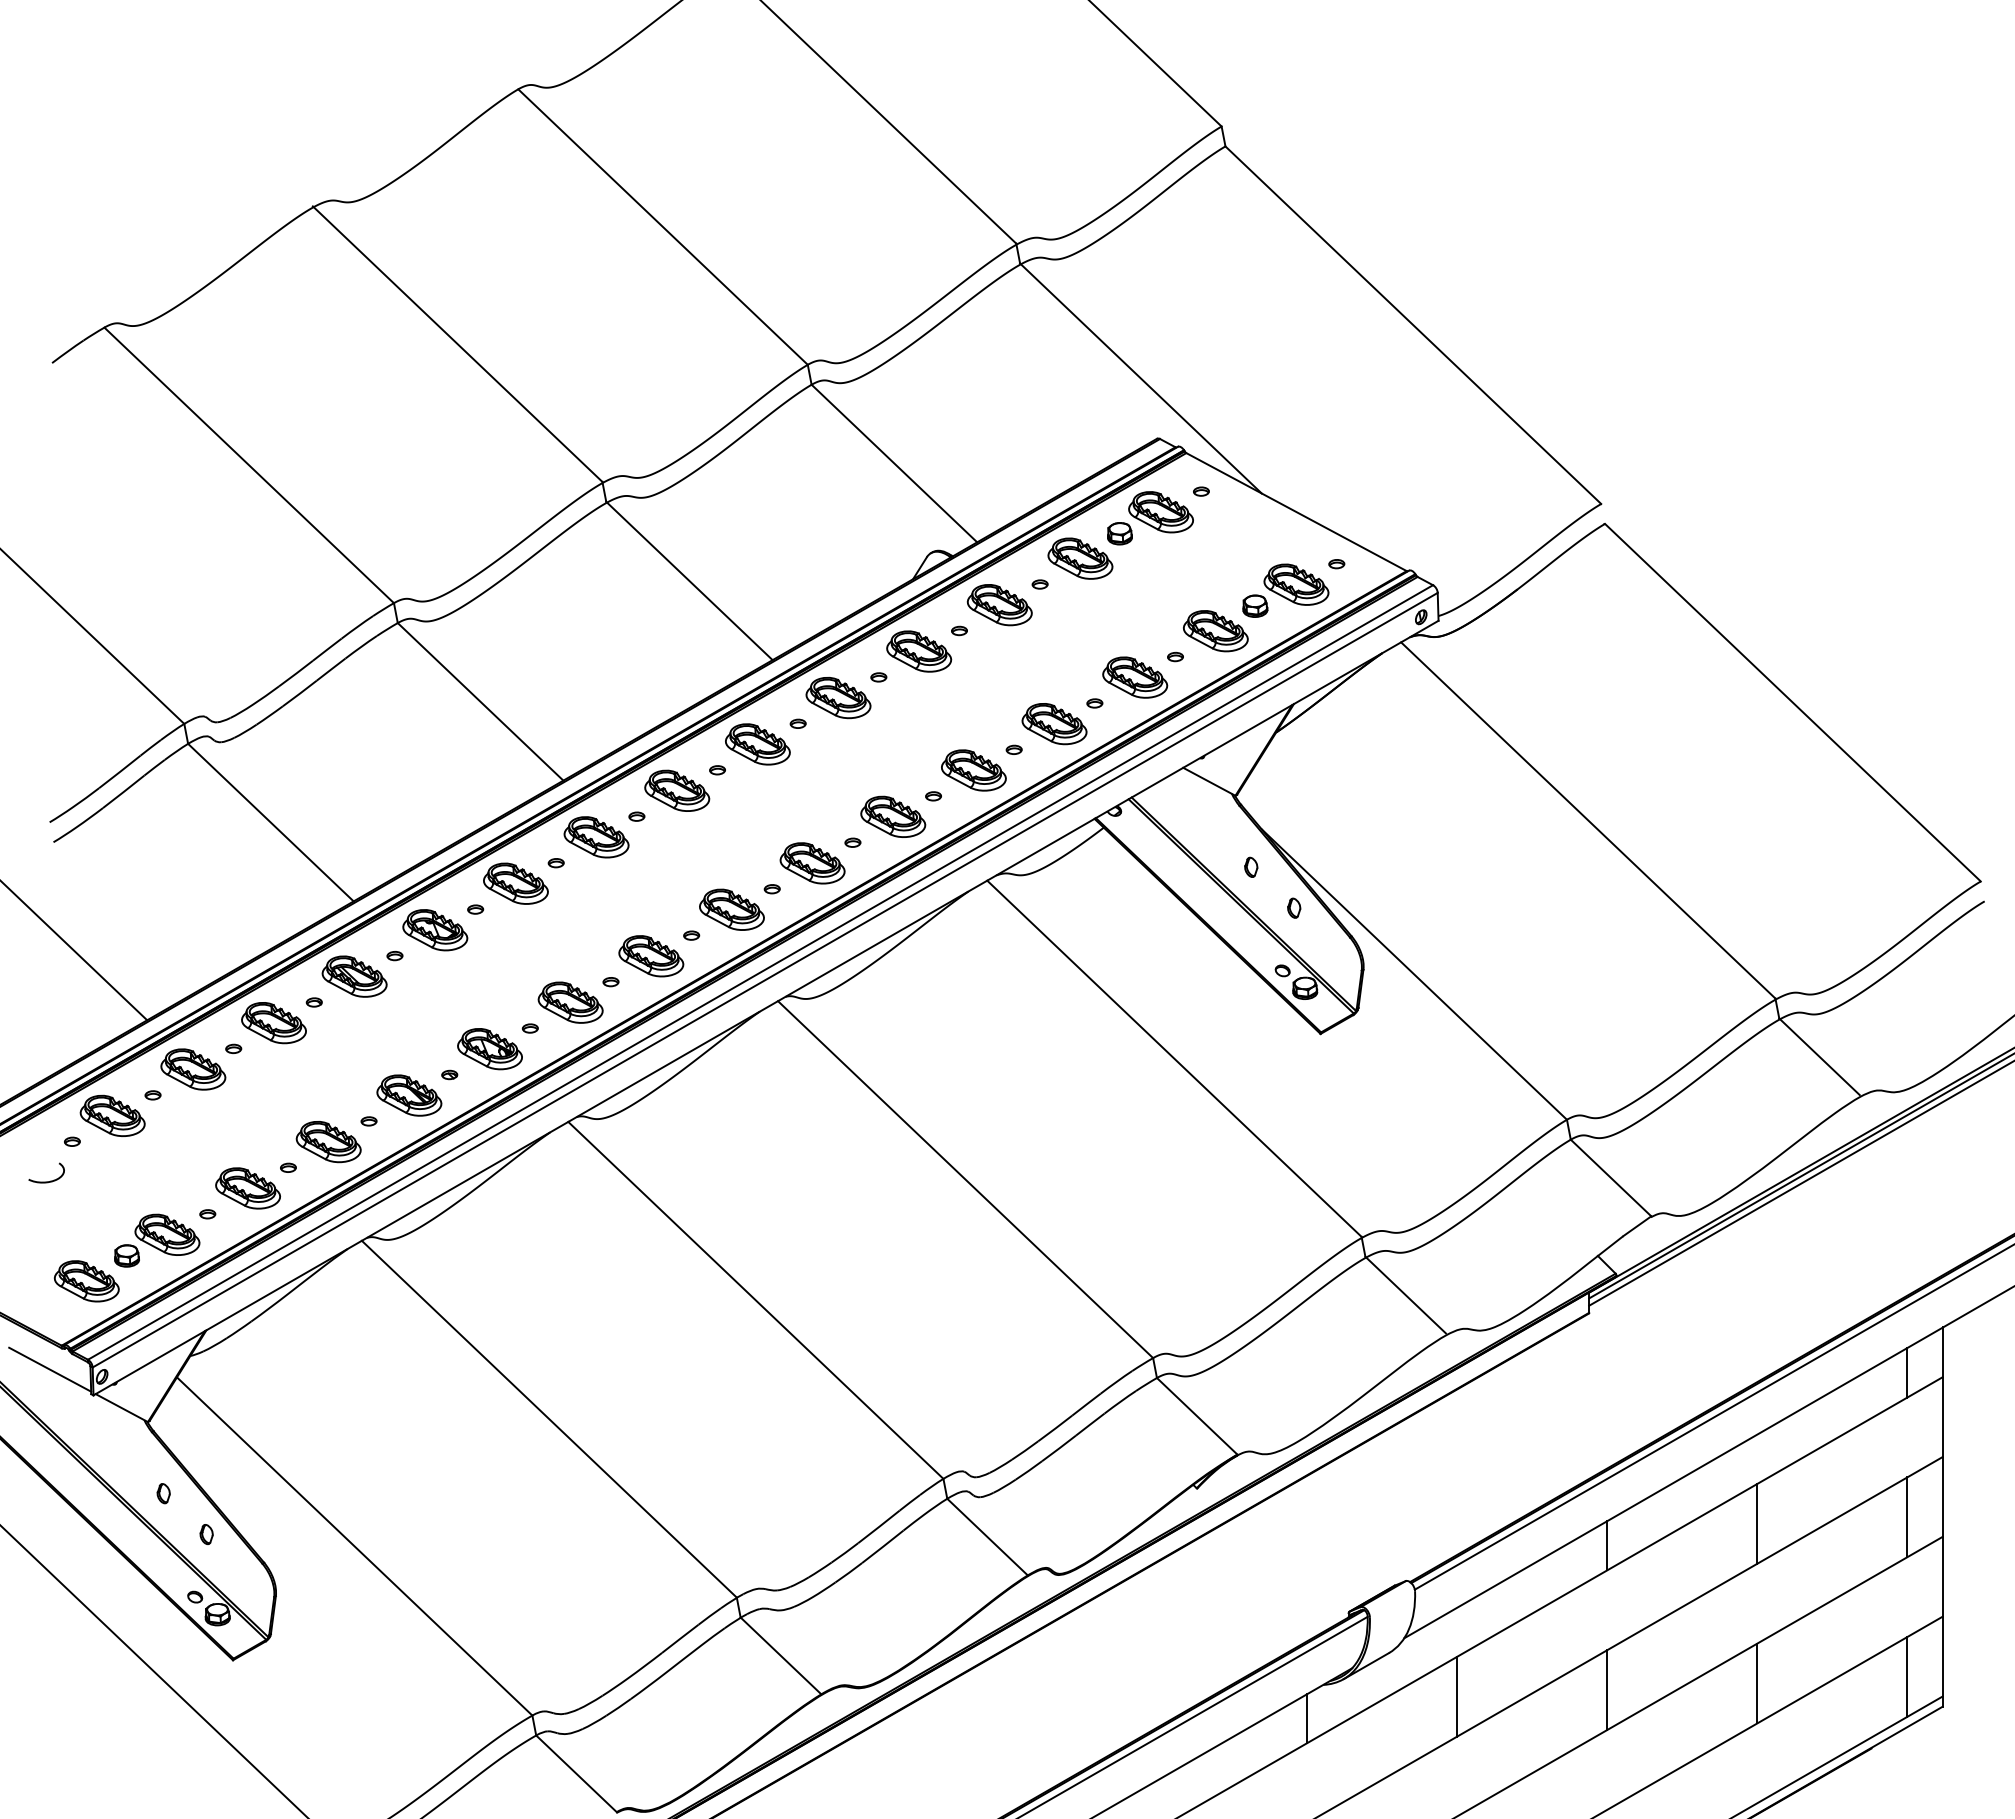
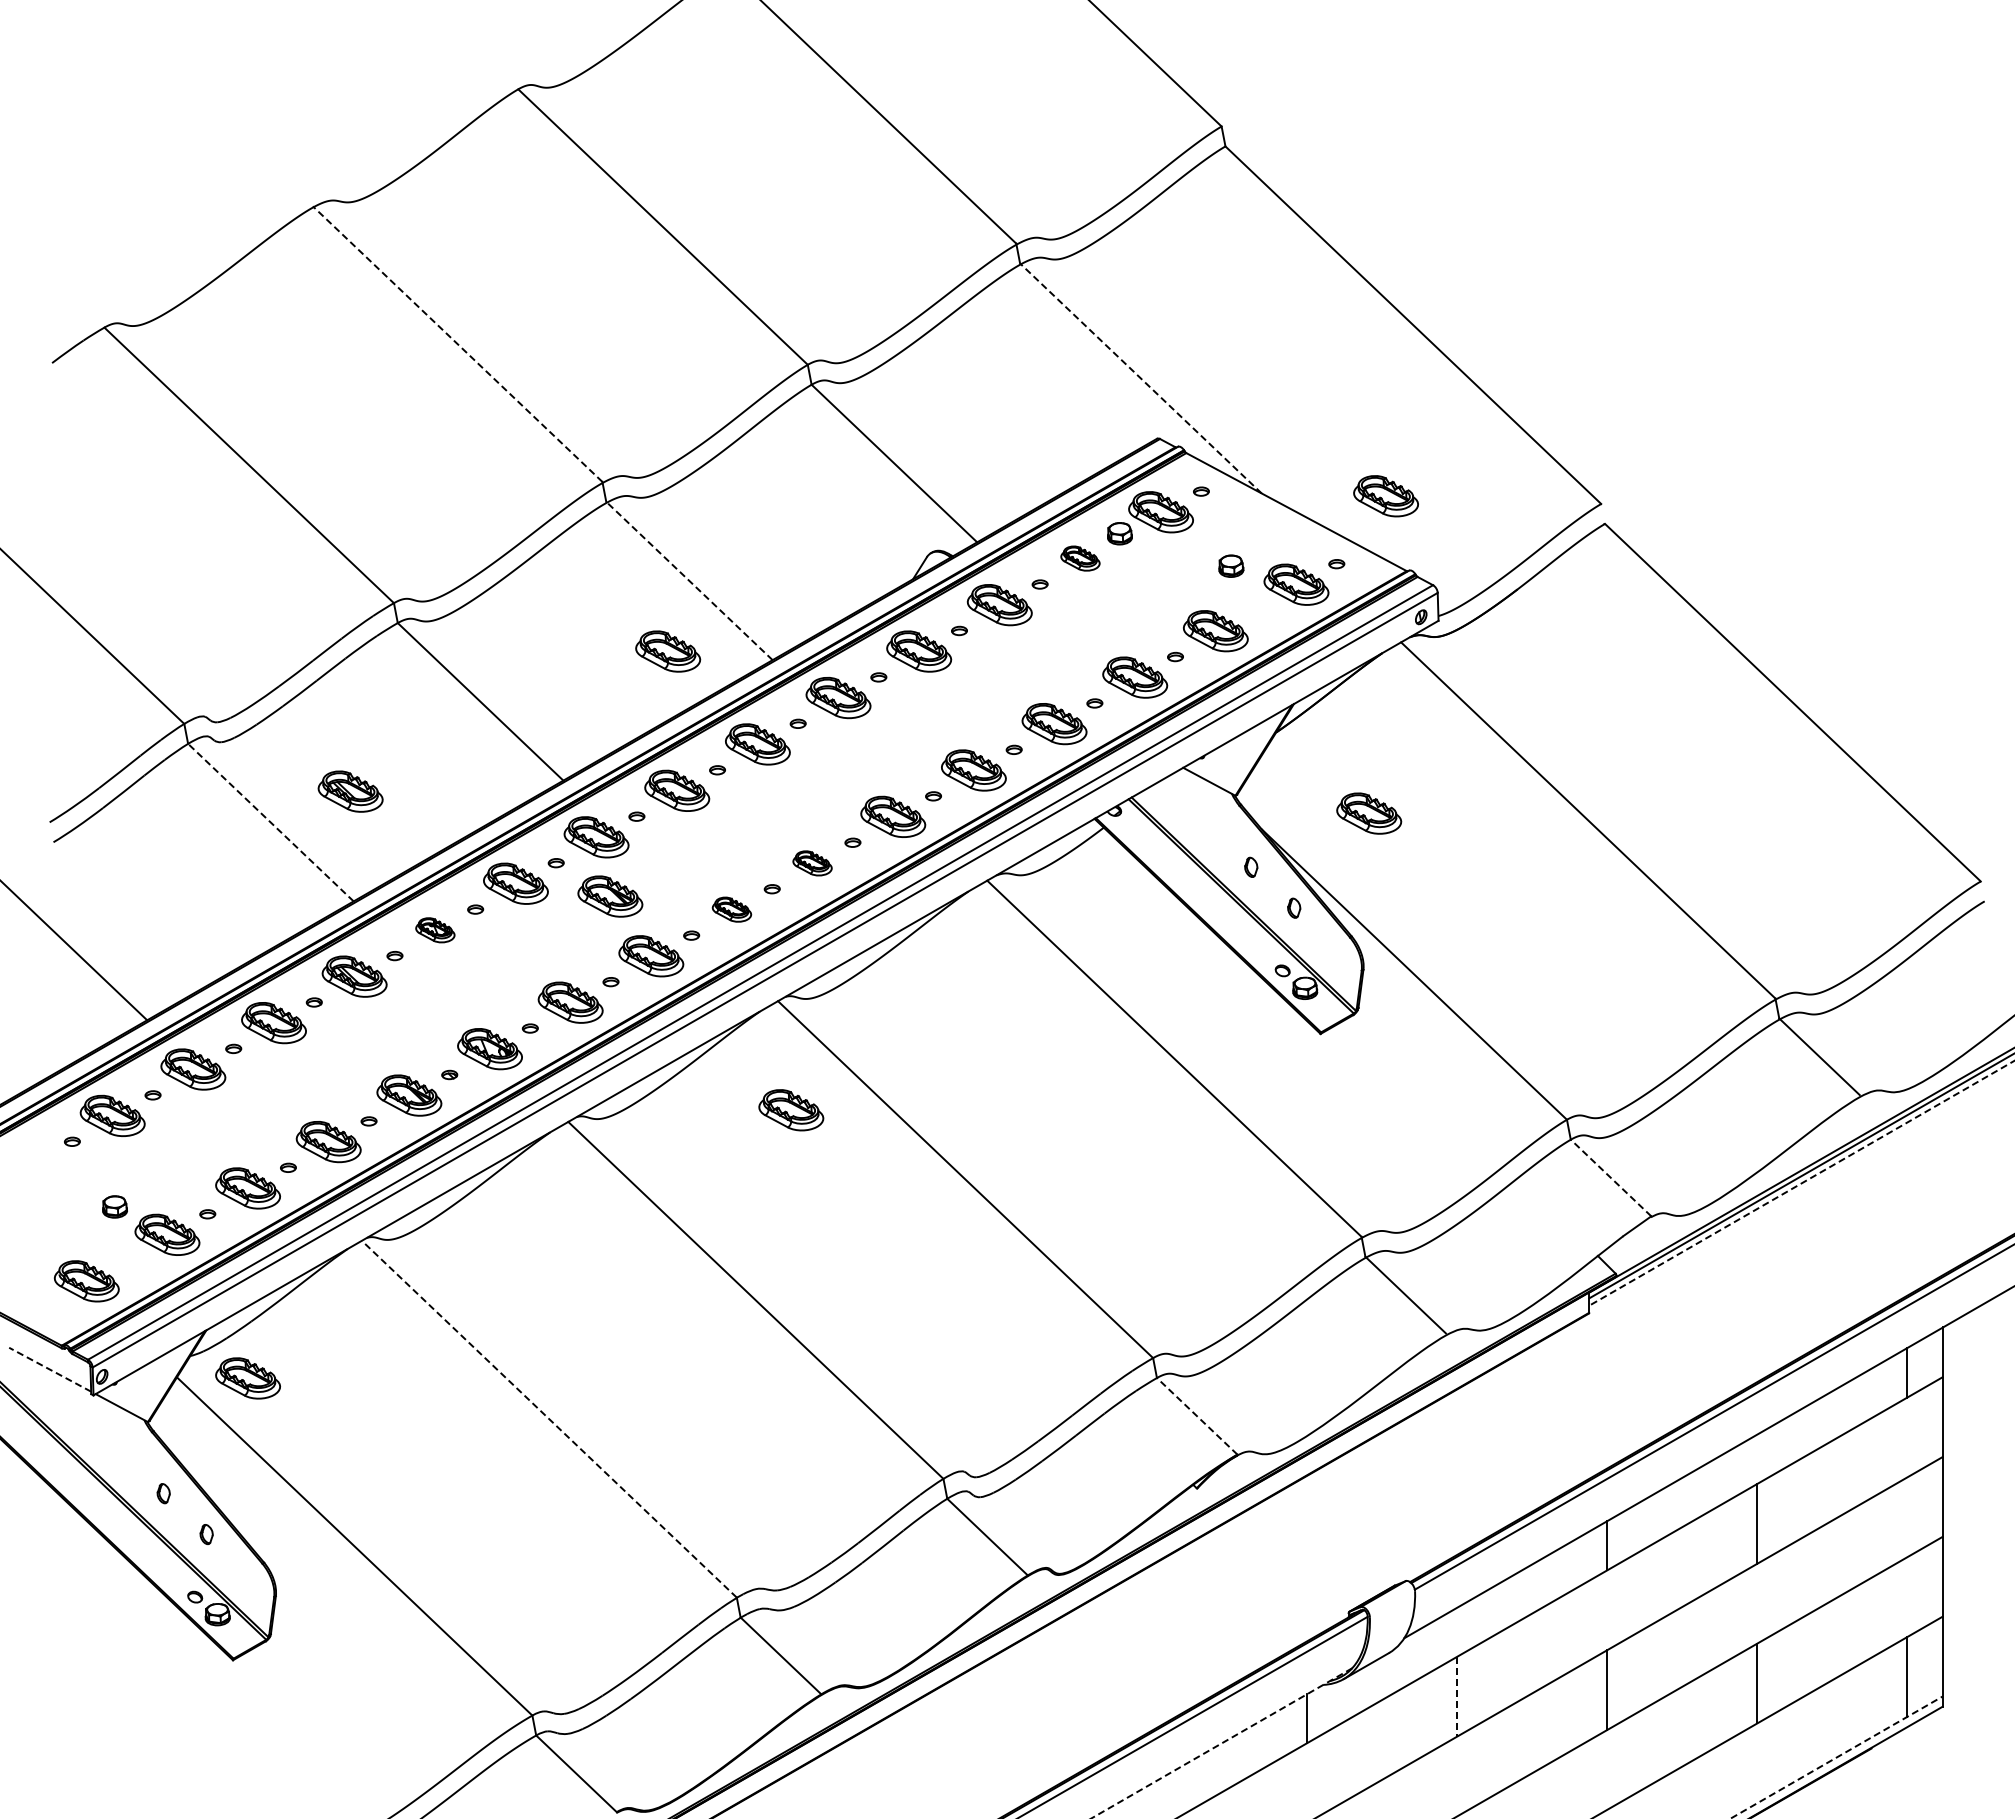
line at (457, 344): solid -> dashed
line at (1140, 378): solid -> dashed
part at (1385, 496): none -> present
part at (1080, 558) size: 67x43 px -> 41x27 px
line at (689, 580): solid -> dashed
part at (1255, 605) position: (1255, 605) -> (1231, 565)
part at (668, 651): none -> present
part at (350, 791): none -> present
part at (1369, 813): none -> present
line at (270, 822): solid -> dashed
part at (812, 863) size: 67x43 px -> 41x27 px
part at (610, 896): none -> present
part at (731, 909) size: 66x43 px -> 42x27 px
part at (435, 930) size: 67x43 px -> 41x27 px
part at (791, 1110): none -> present
line at (1611, 1178): solid -> dashed
curve at (50, 1180): present -> none
line at (1802, 1183): solid -> dashed
part at (126, 1255) position: (126, 1255) -> (114, 1206)
line at (50, 1369): solid -> dashed
part at (247, 1378): none -> present
line at (1197, 1416): solid -> dashed
line at (549, 1419): solid -> dashed
line at (1907, 1517): present -> none
line at (153, 1671): present -> none
line at (1457, 1696): solid -> dashed
line at (1221, 1743): solid -> dashed
line at (1836, 1757): solid -> dashed
